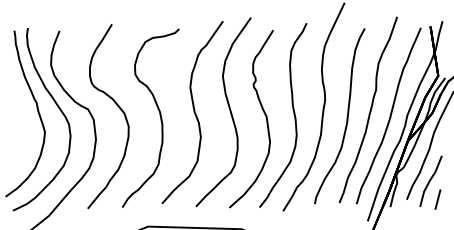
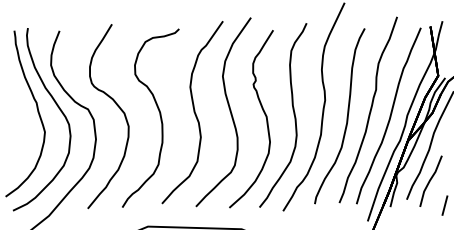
line at (437, 199) position: (437, 199) -> (444, 205)
